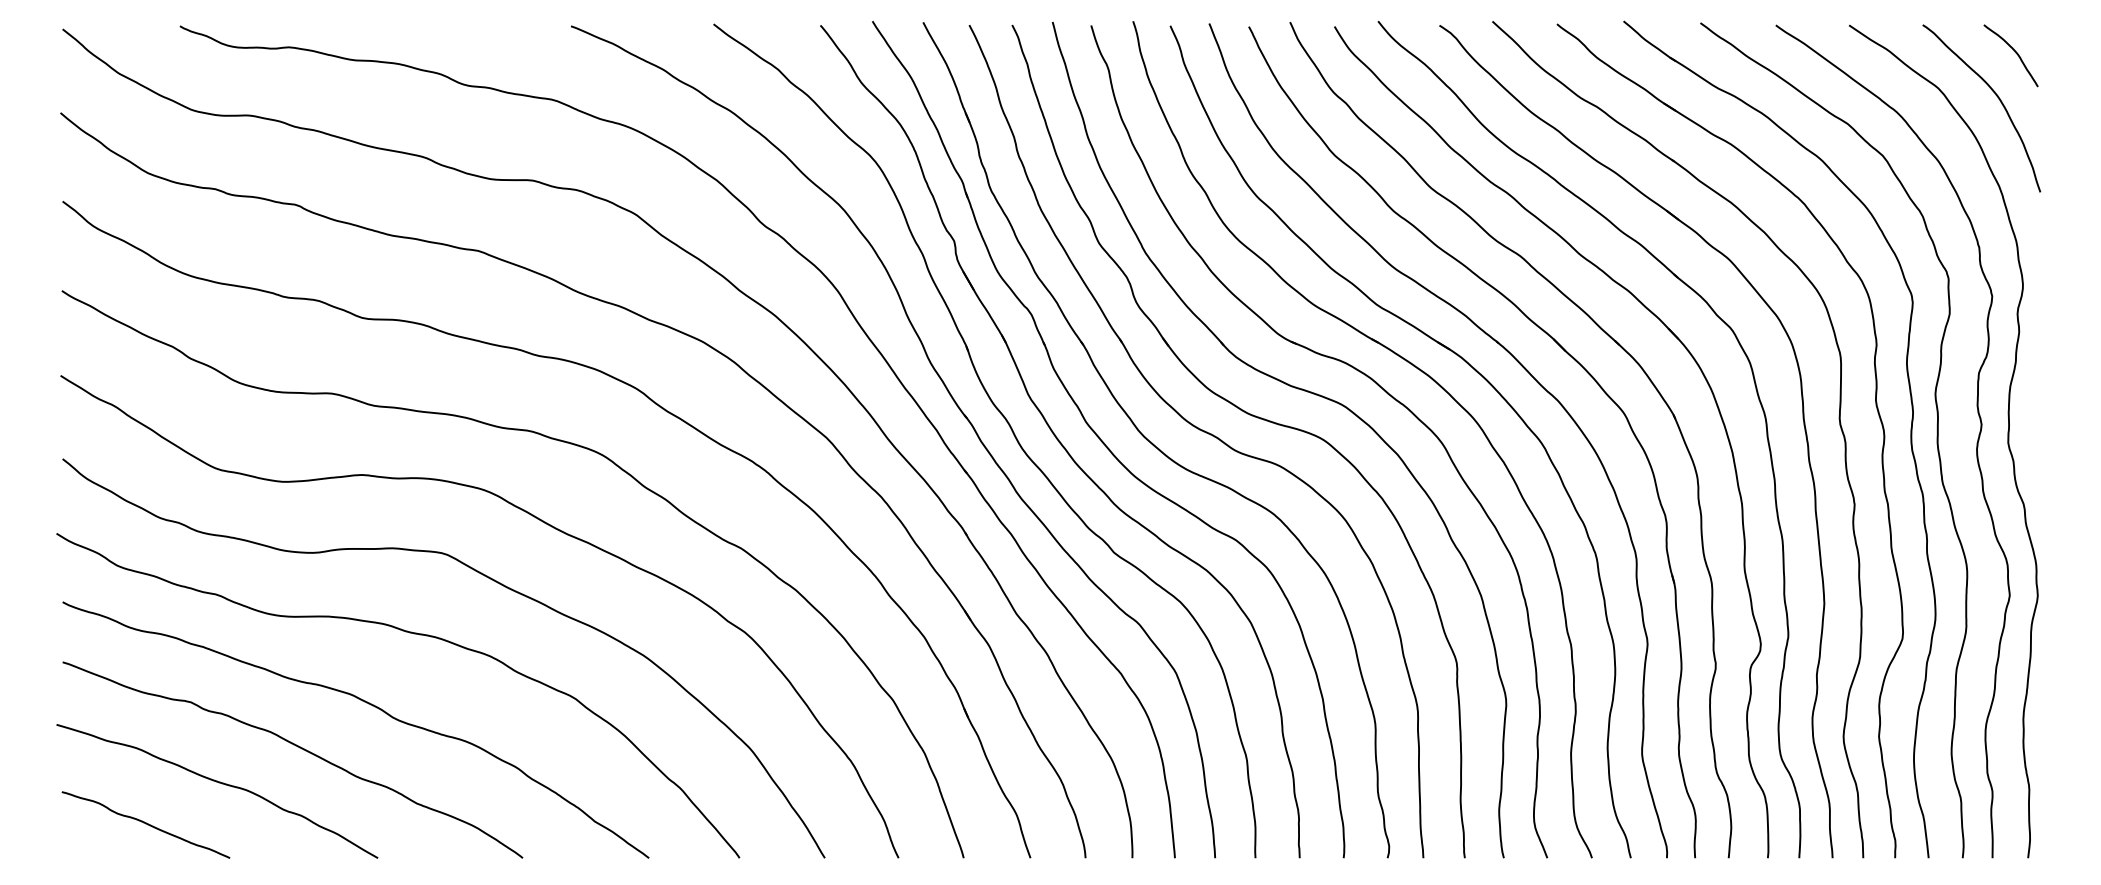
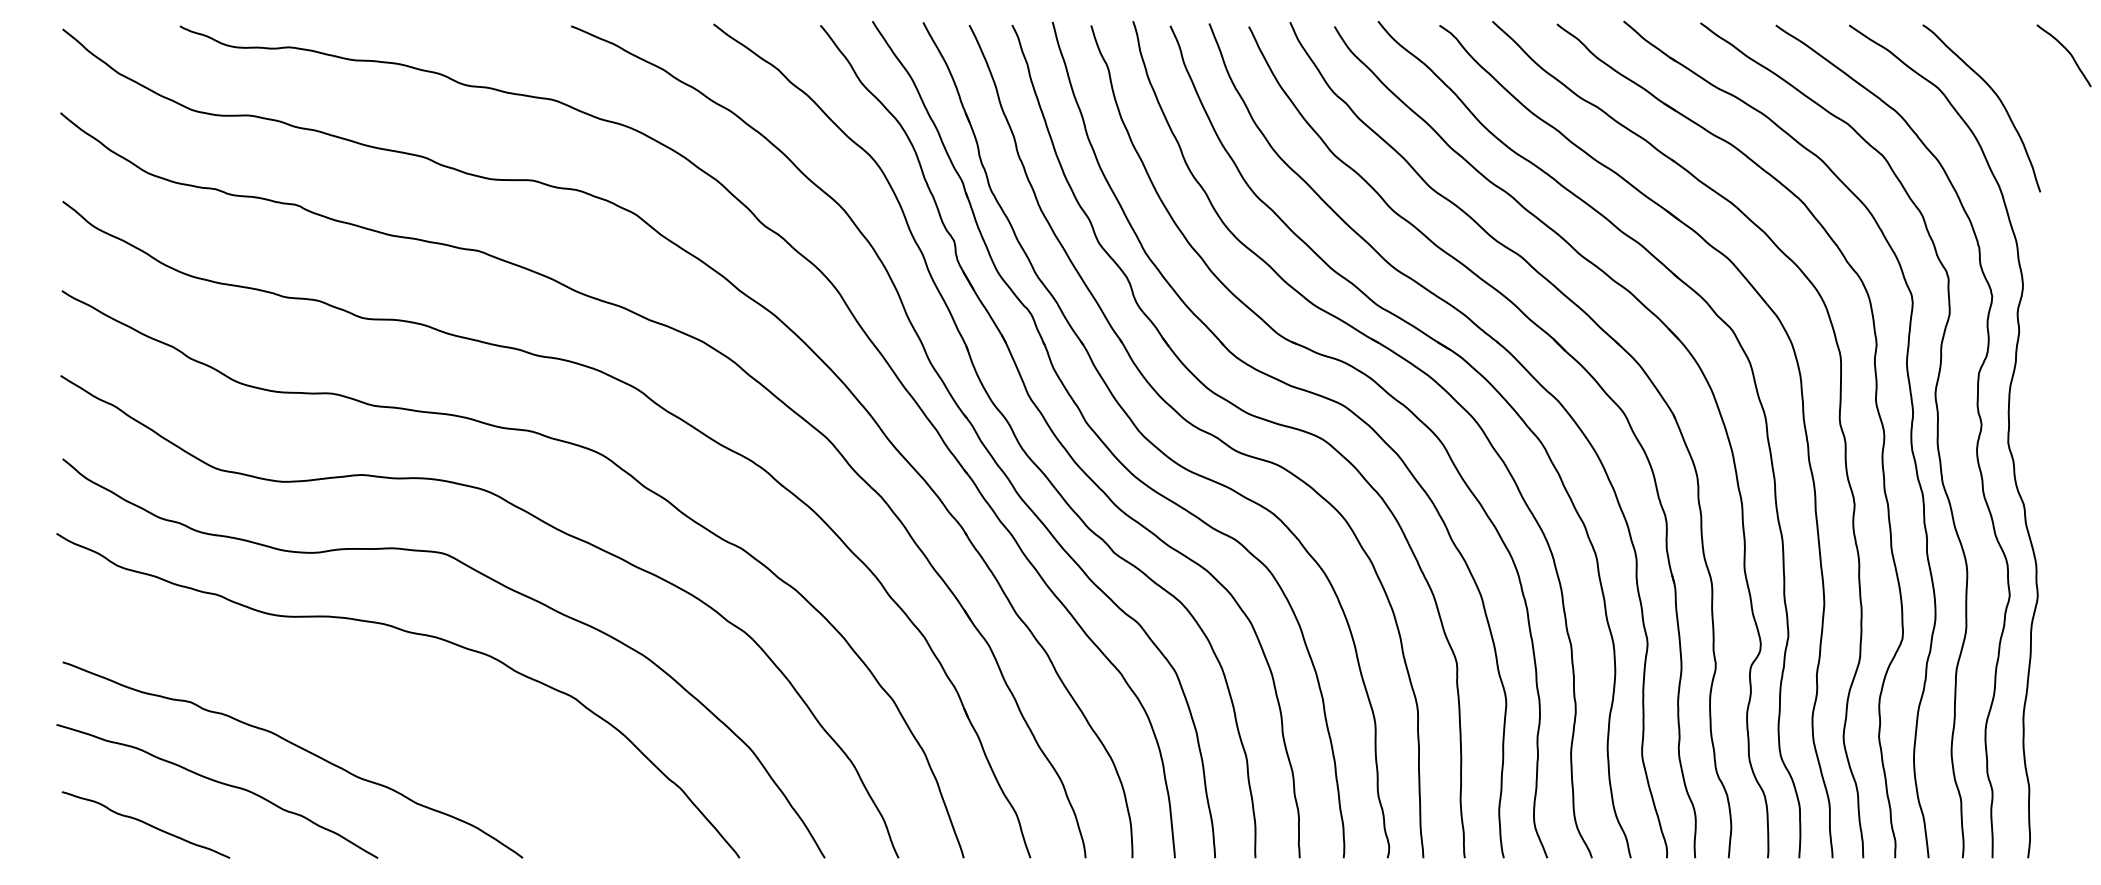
curve at (2015, 53) position: (2015, 53) -> (2068, 53)
curve at (368, 704): present -> none
